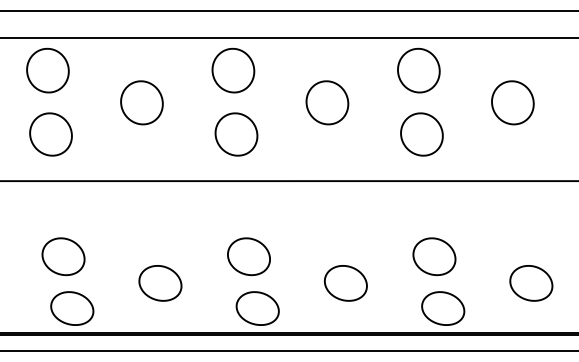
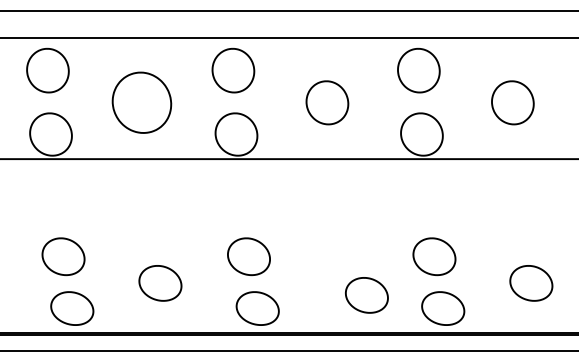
part at (141, 102) size: 44x46 px -> 62x63 px
line at (288, 181) position: (288, 181) -> (288, 159)
part at (345, 283) position: (345, 283) -> (366, 295)
